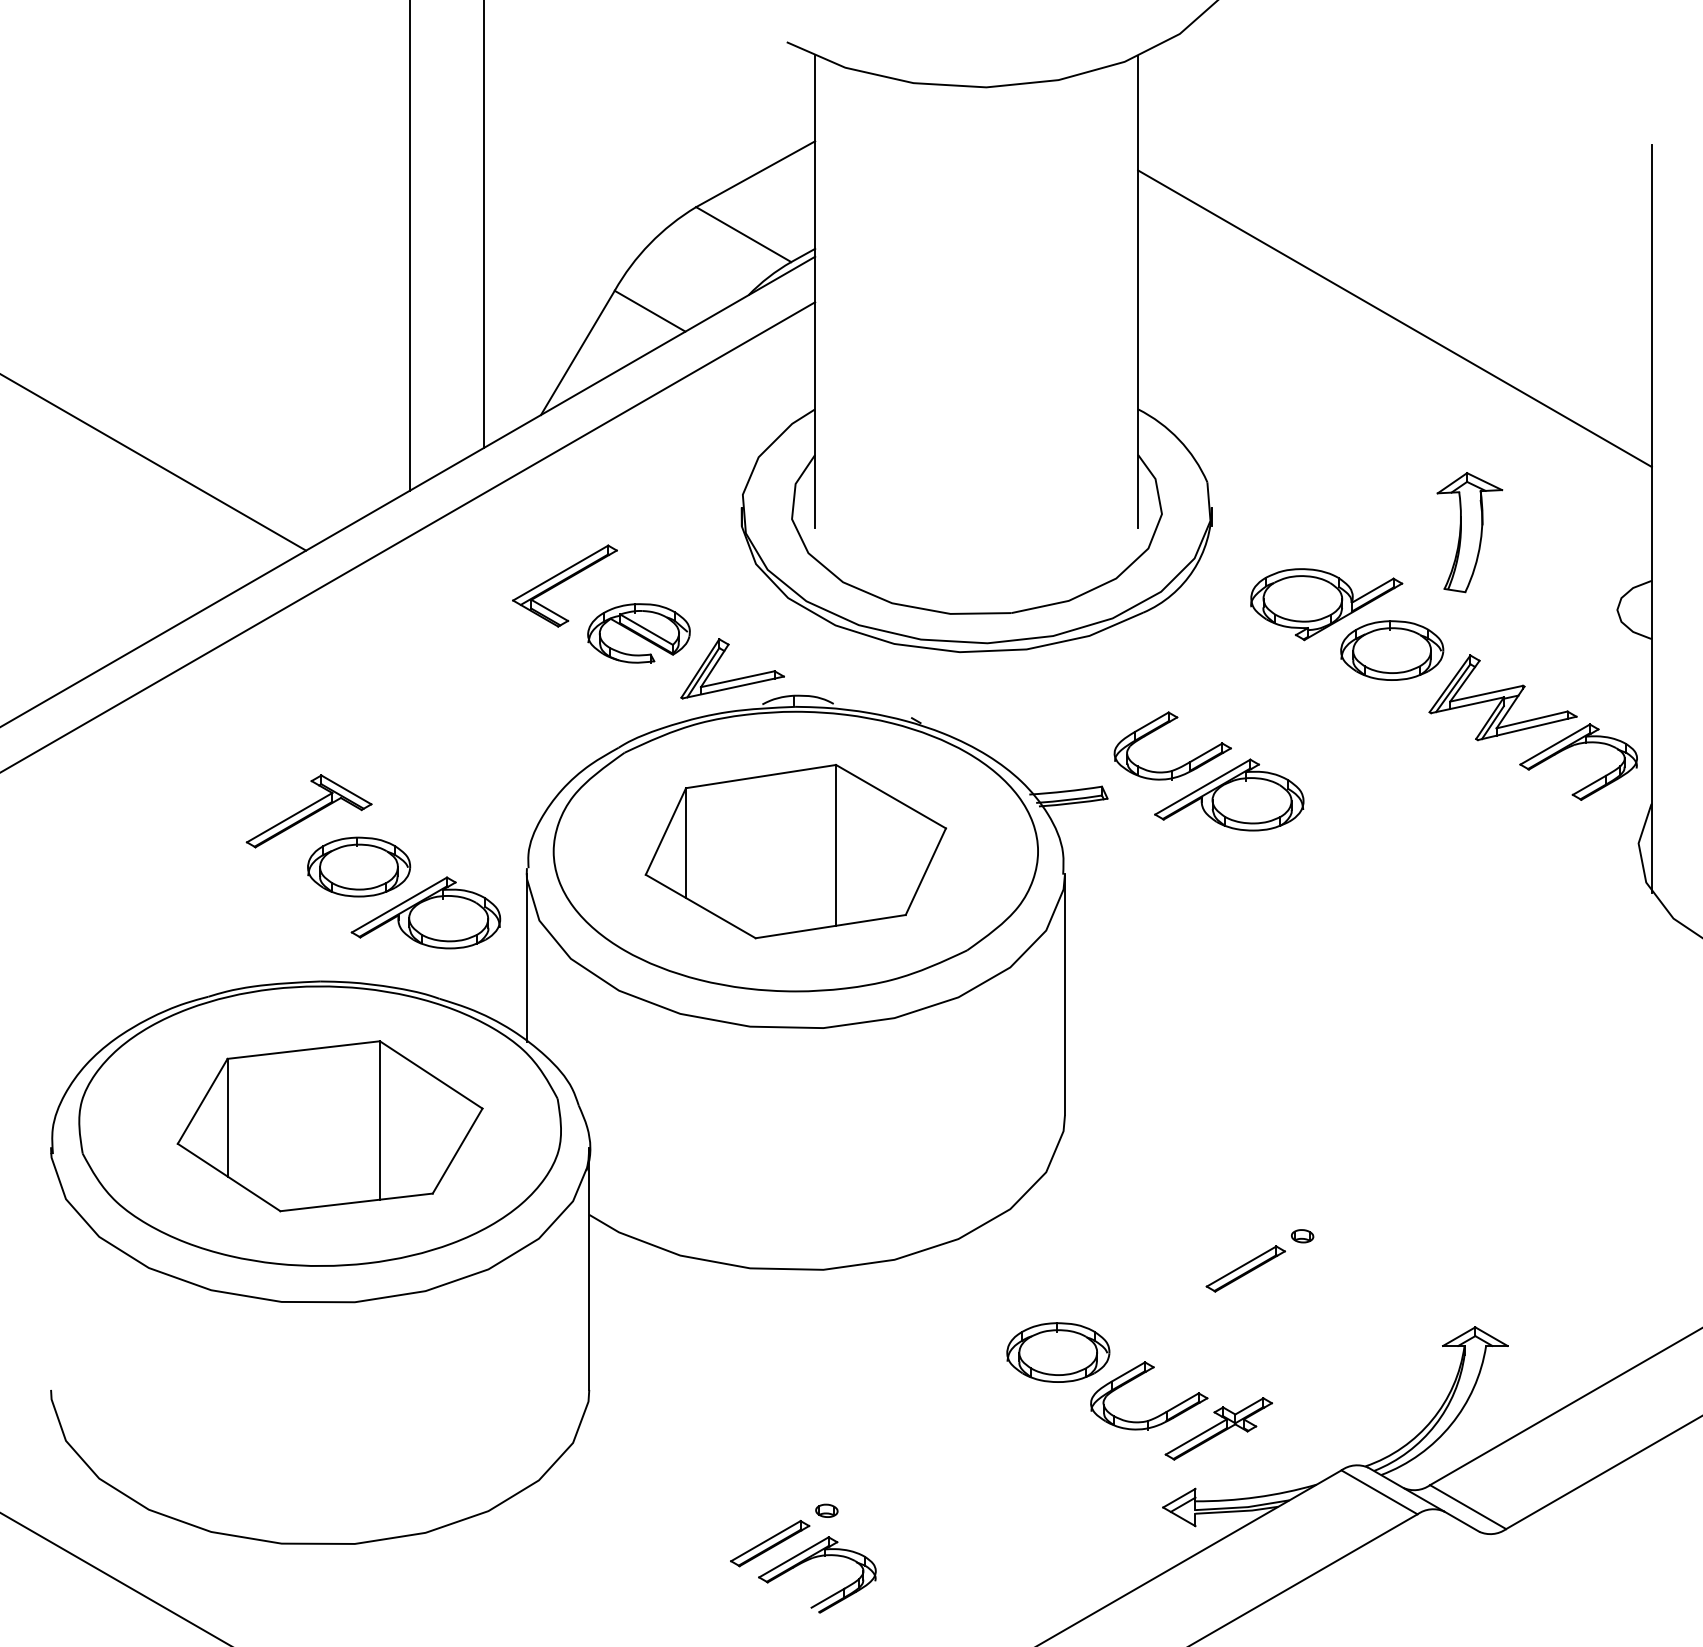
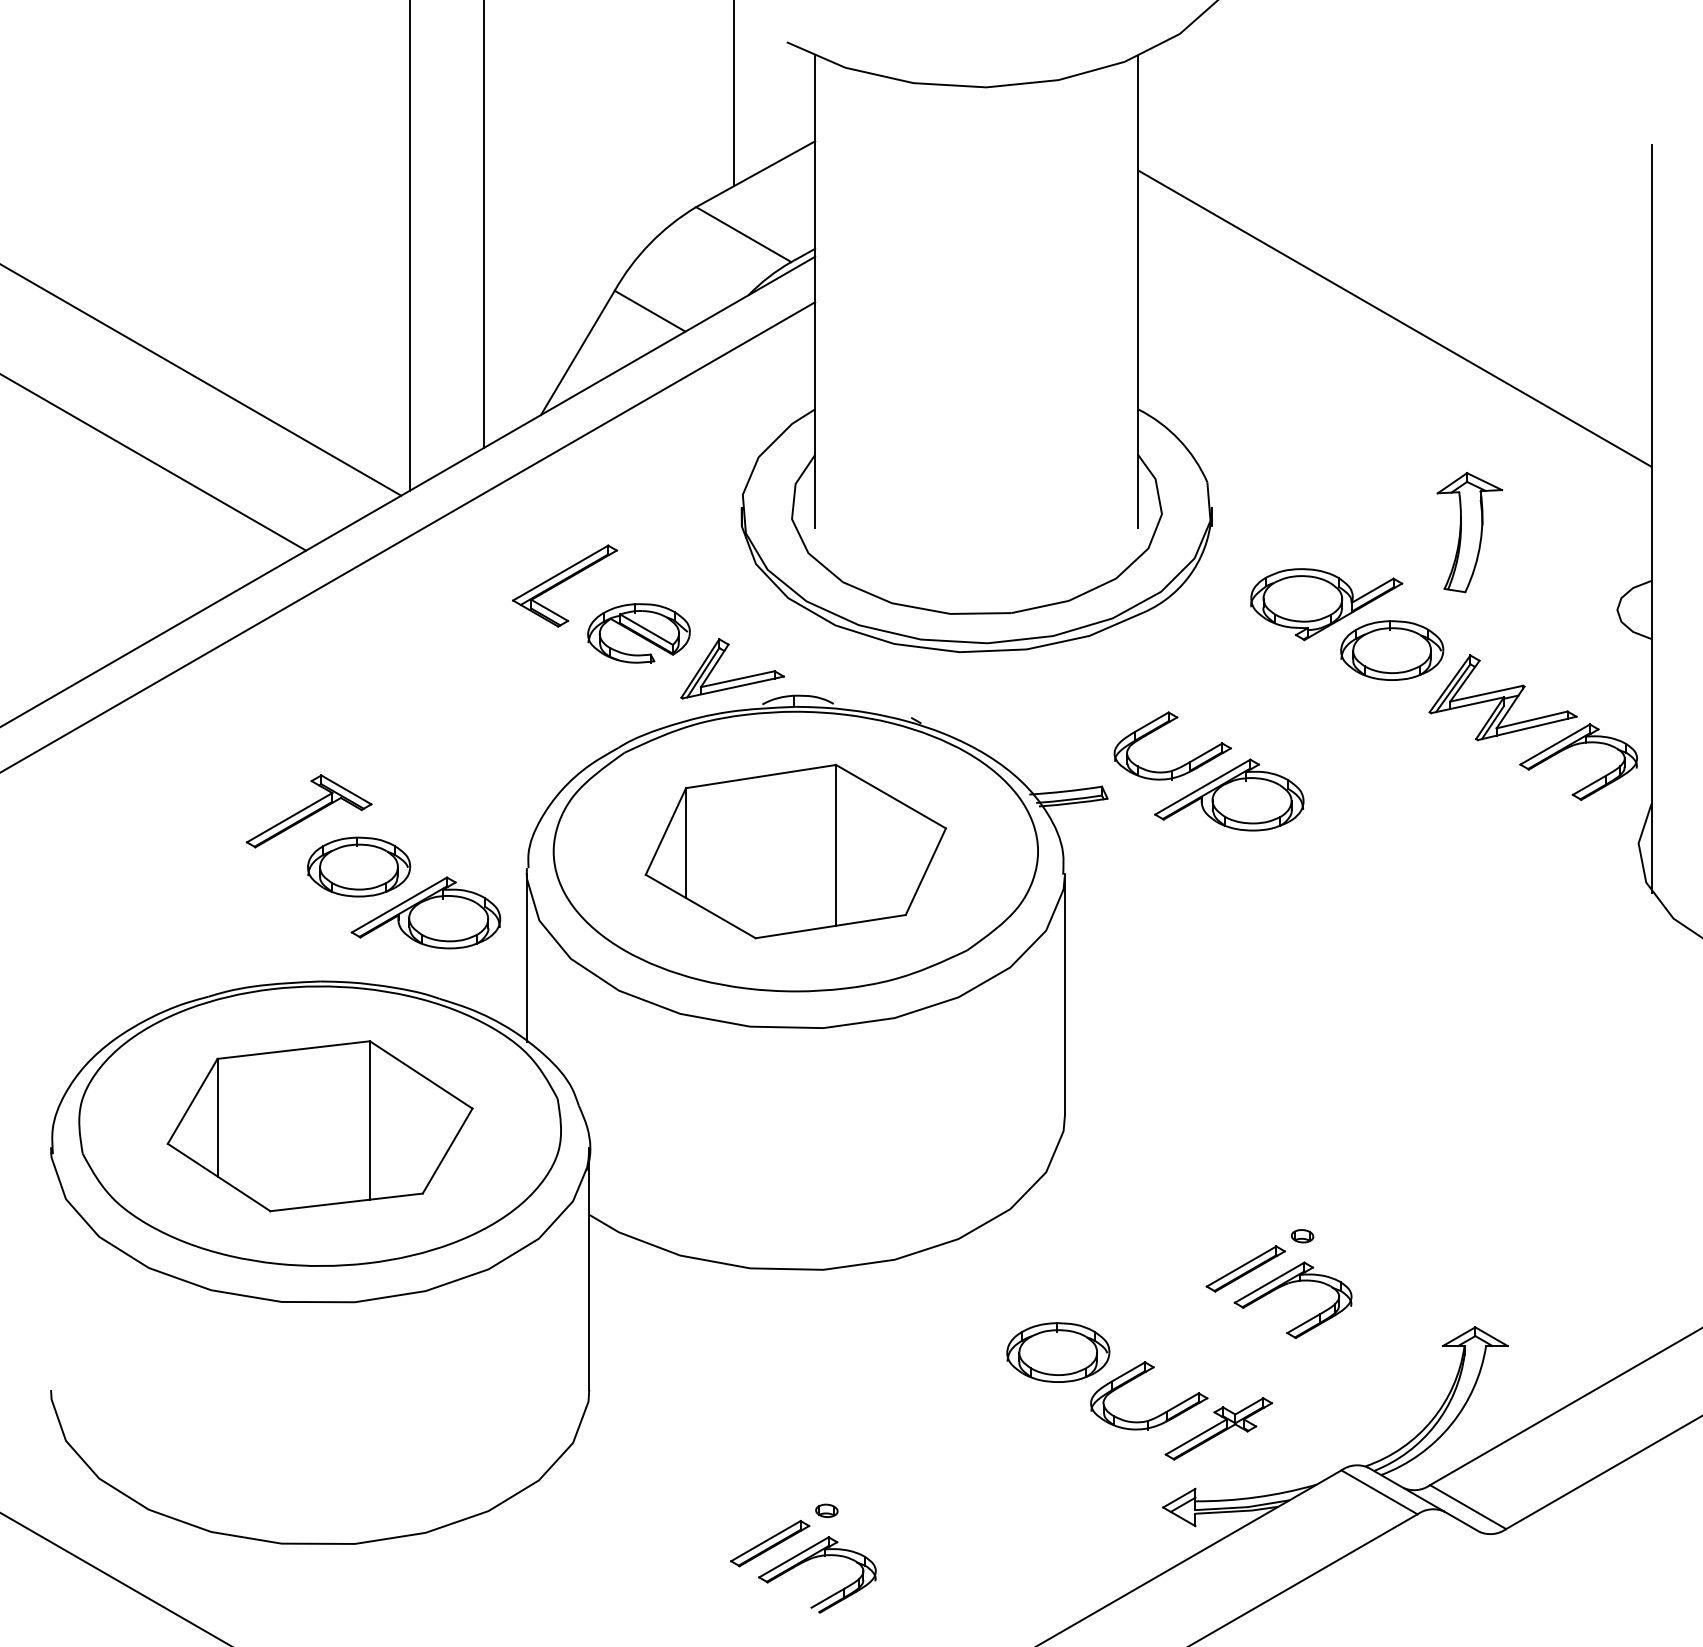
line at (733, 94): none -> present
line at (201, 380): none -> present
part at (329, 1126) position: (329, 1126) -> (319, 1126)
part at (1288, 1284): none -> present
